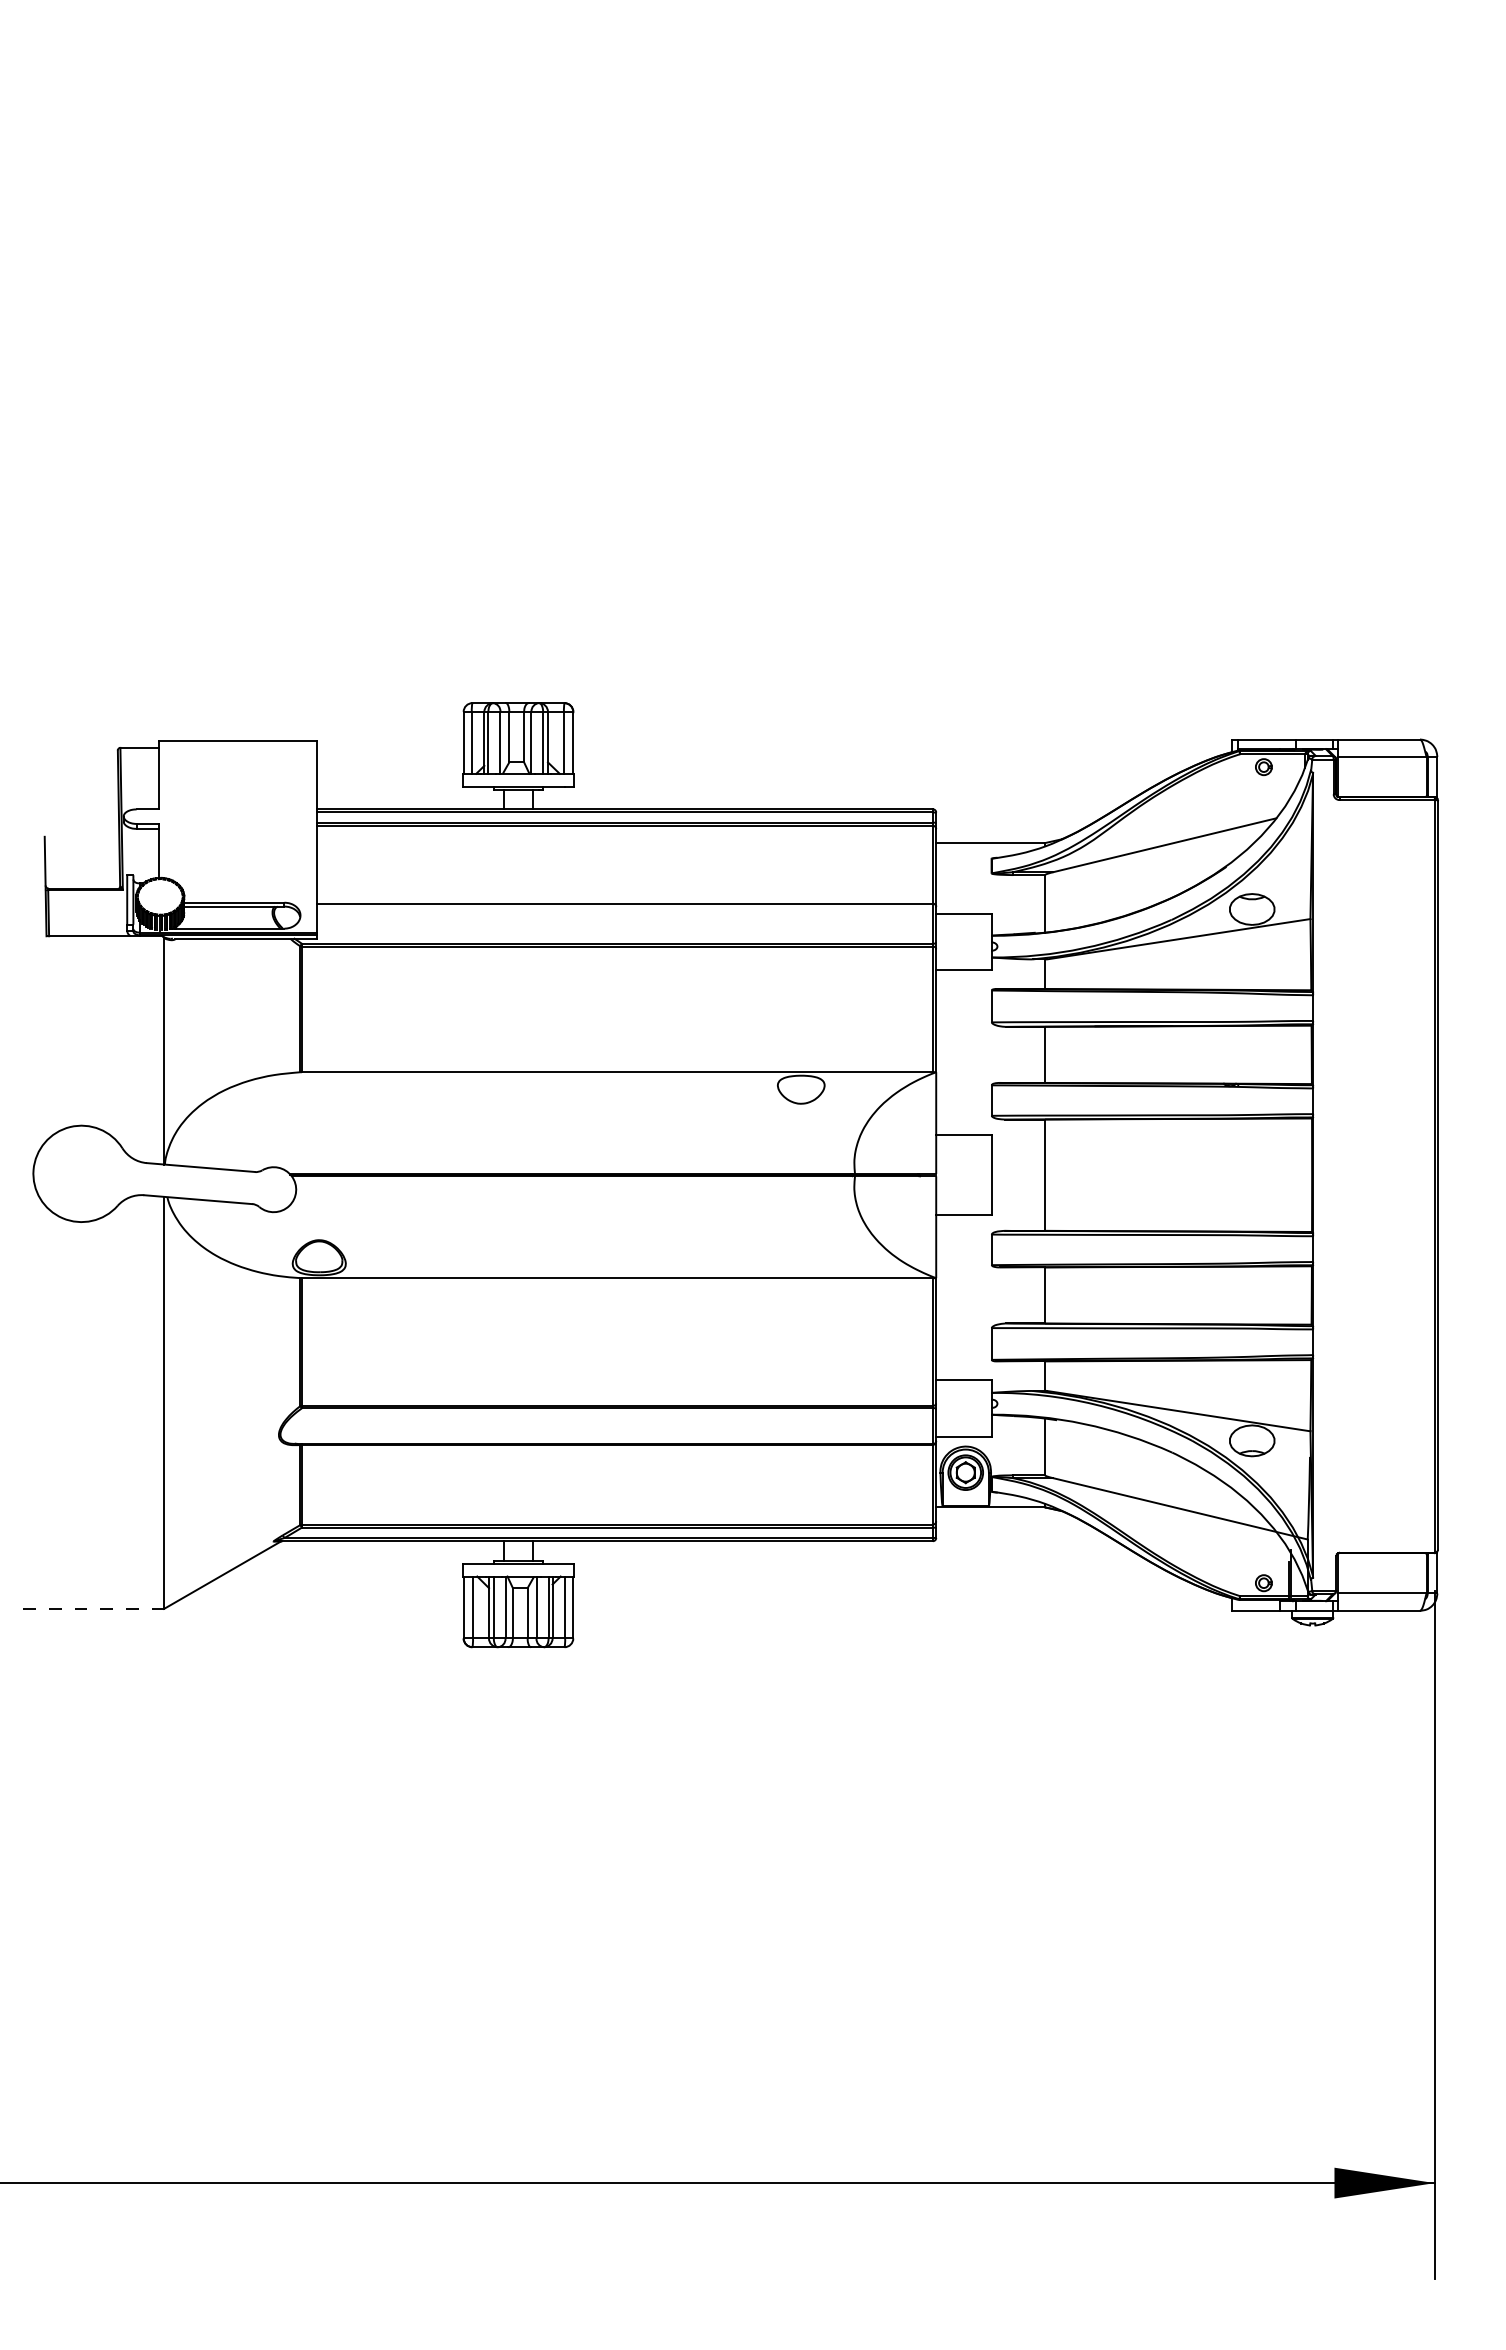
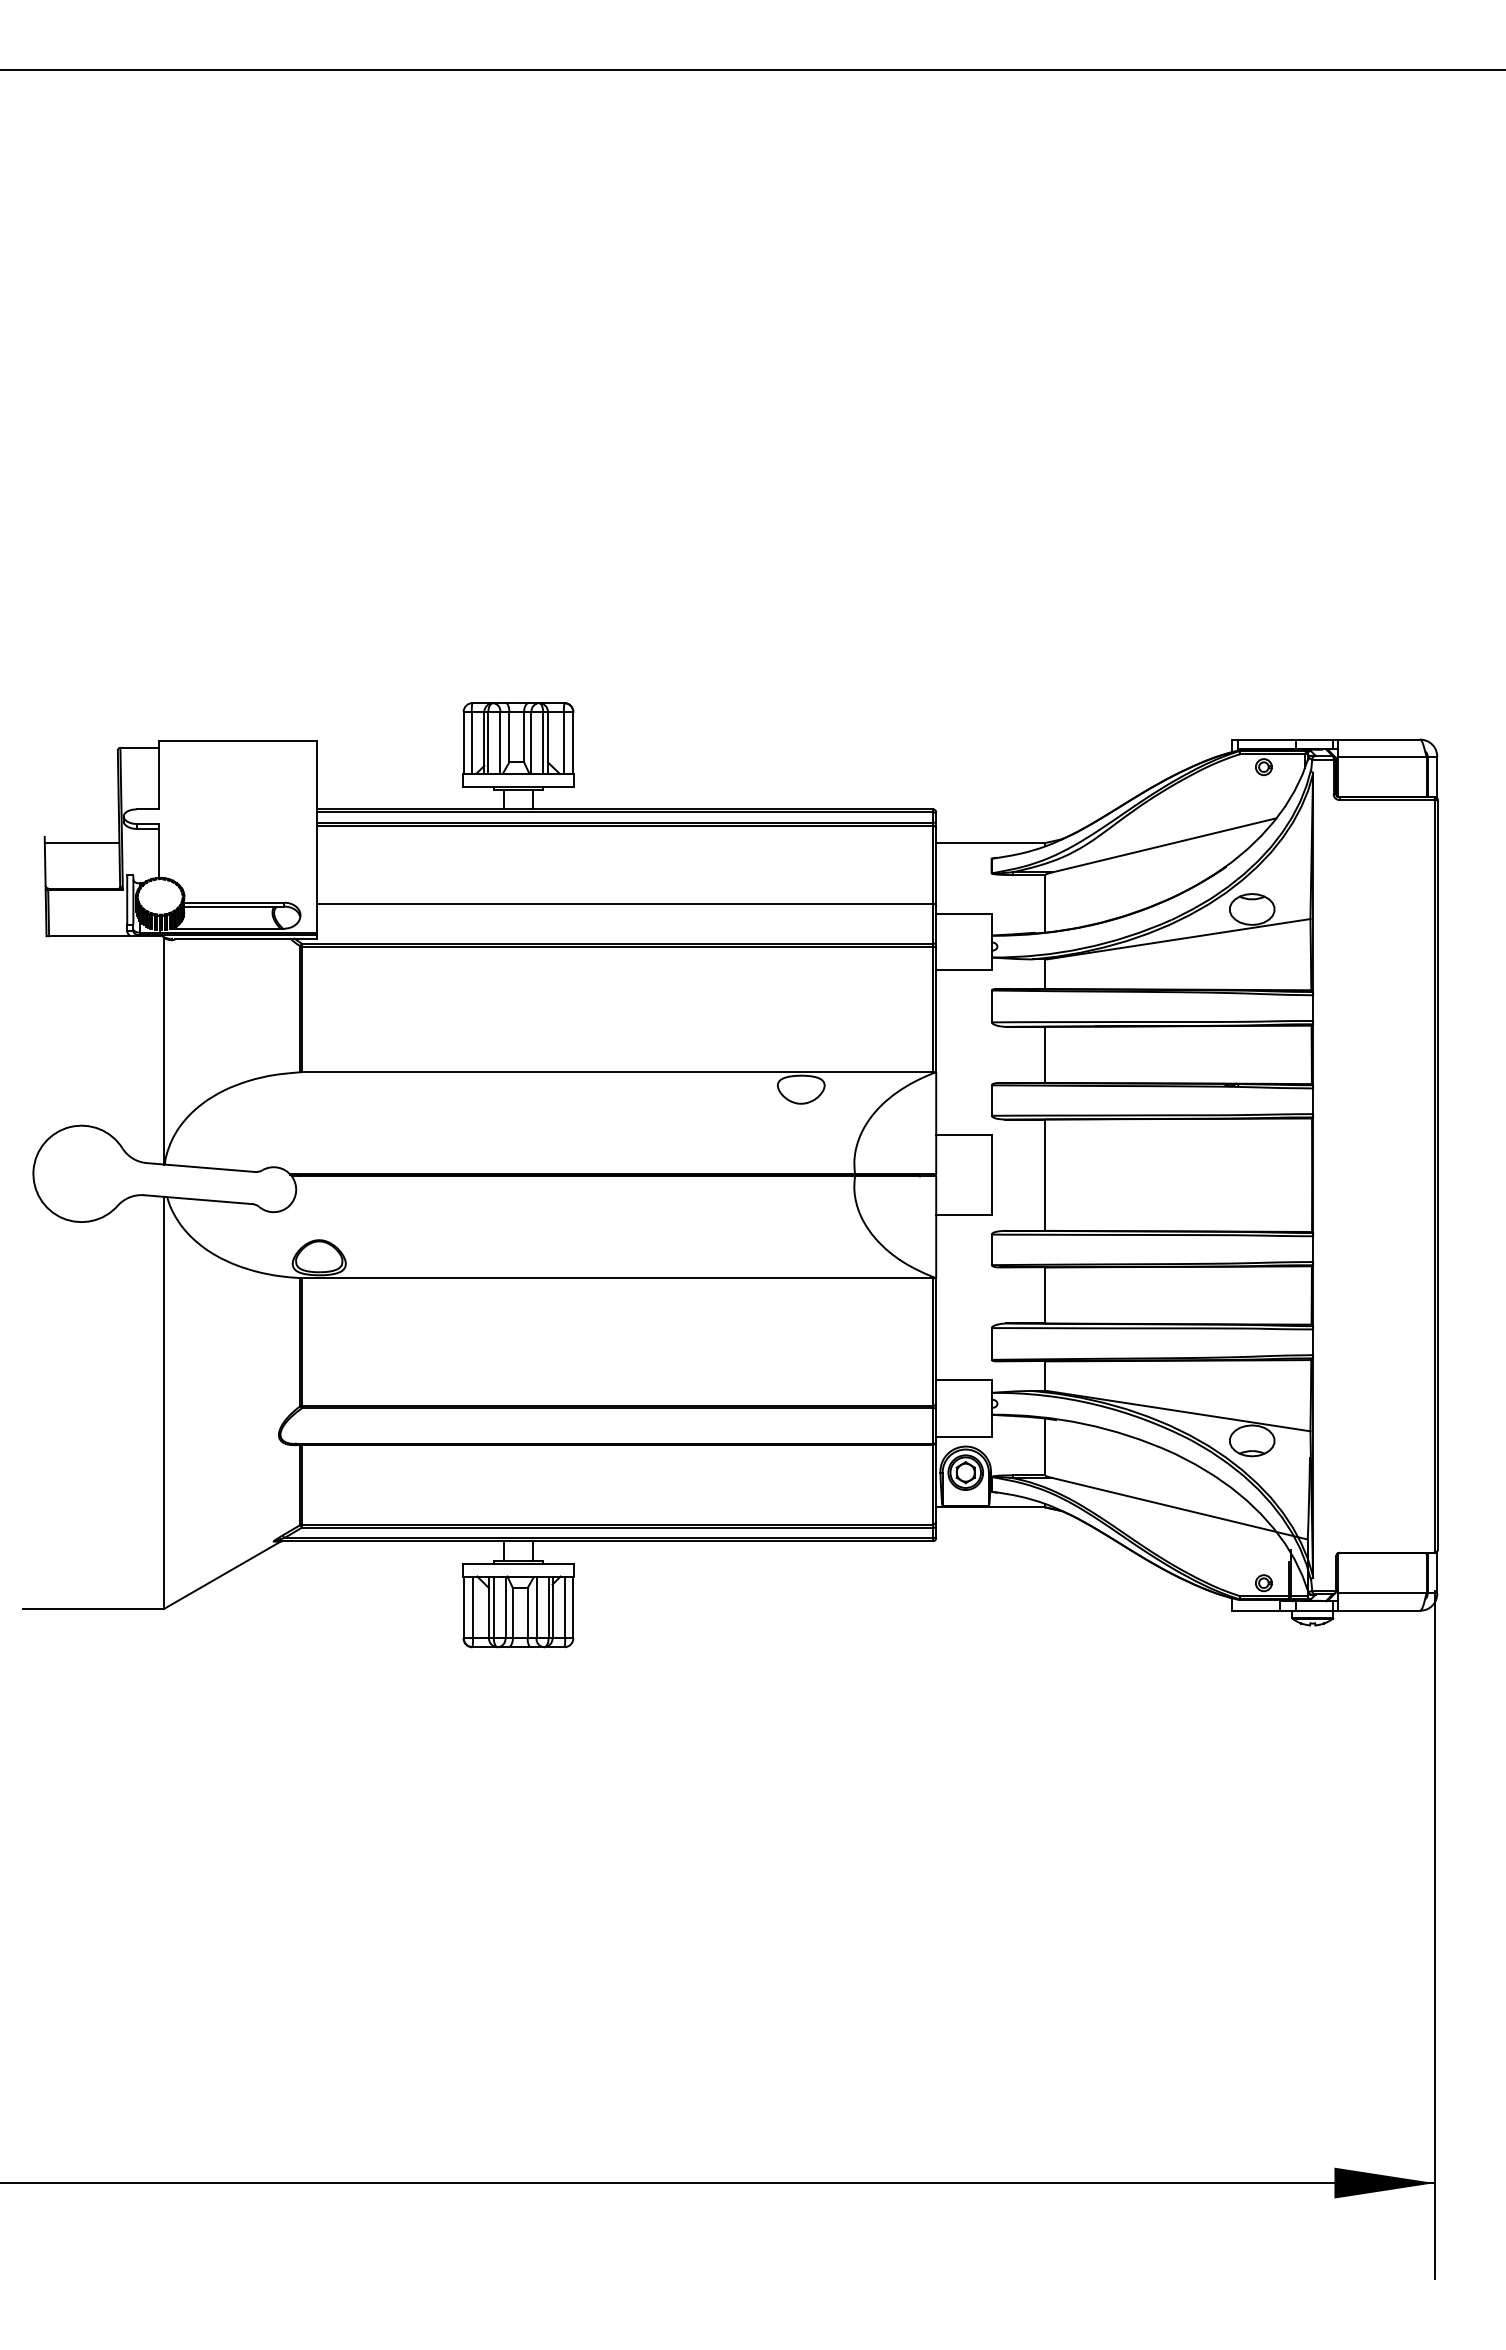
line at (752, 70): none -> present
line at (82, 843): none -> present
line at (94, 1608): dashed -> solid
